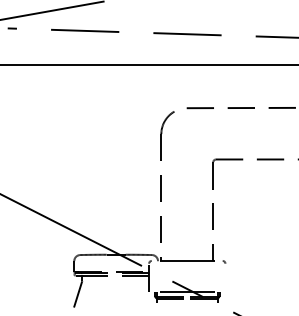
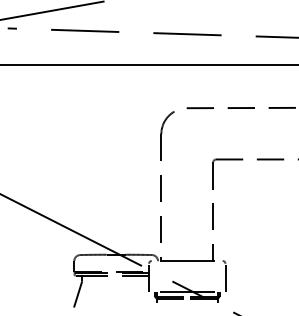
line at (225, 277): none -> present
